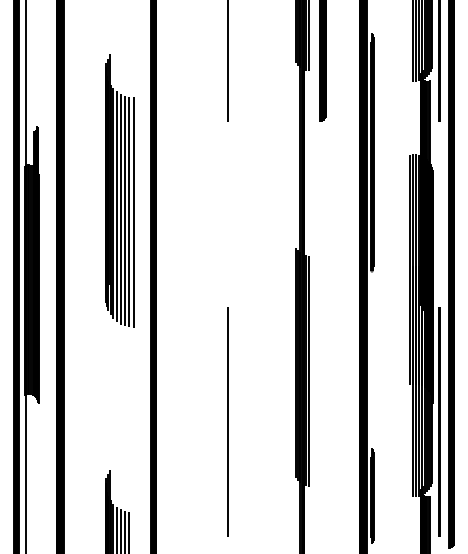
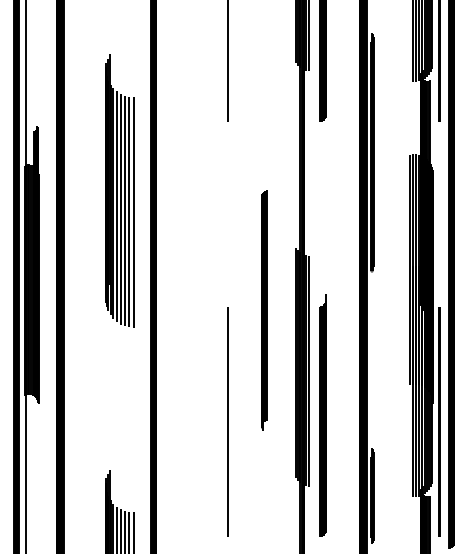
part at (264, 310): none -> present
part at (322, 415): none -> present
line at (133, 531): none -> present
